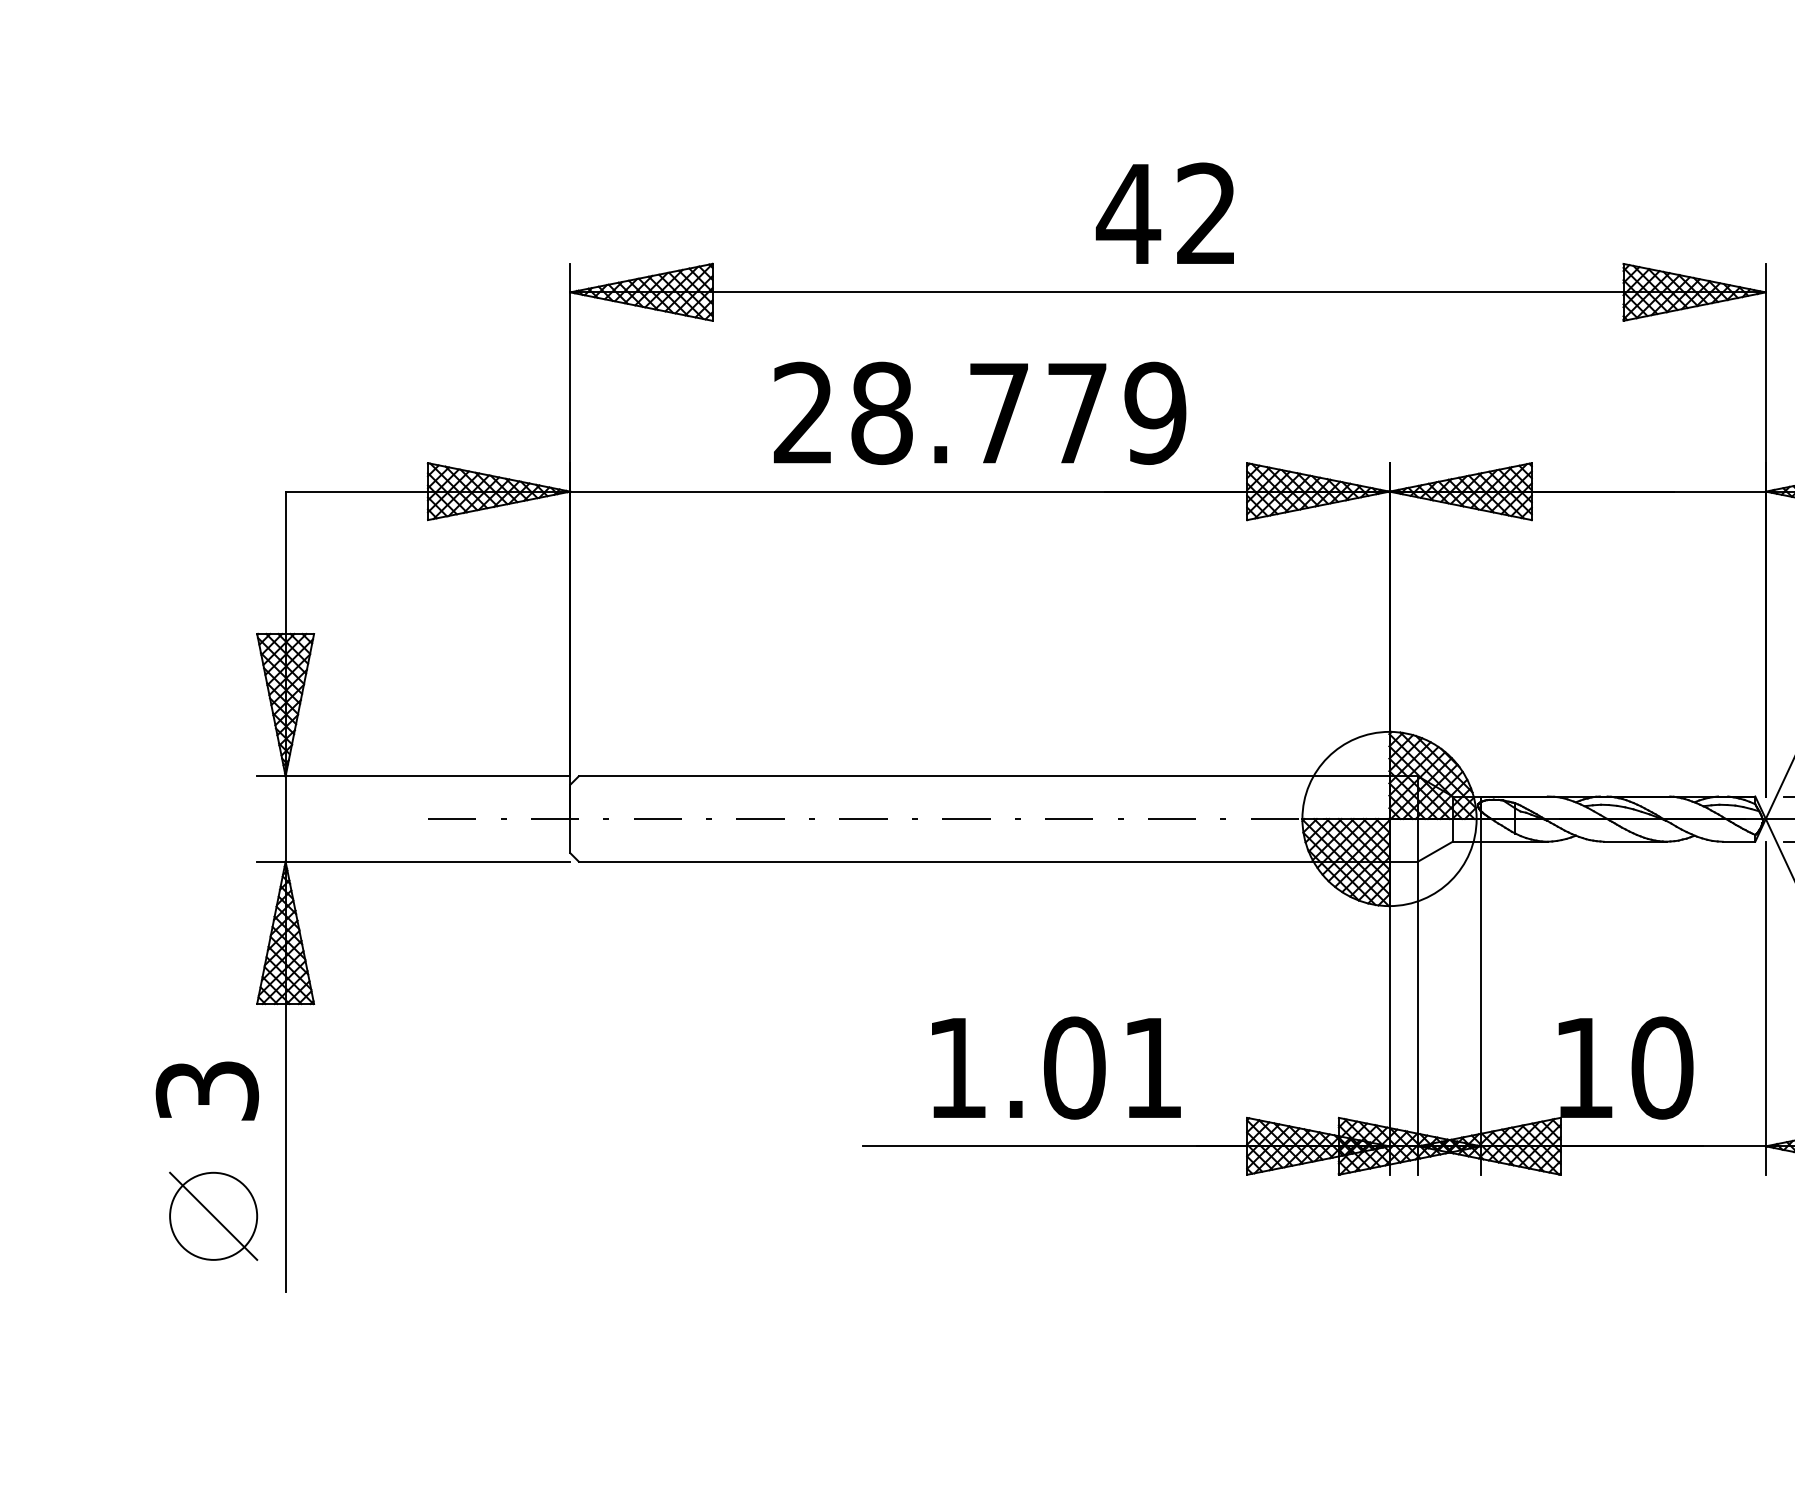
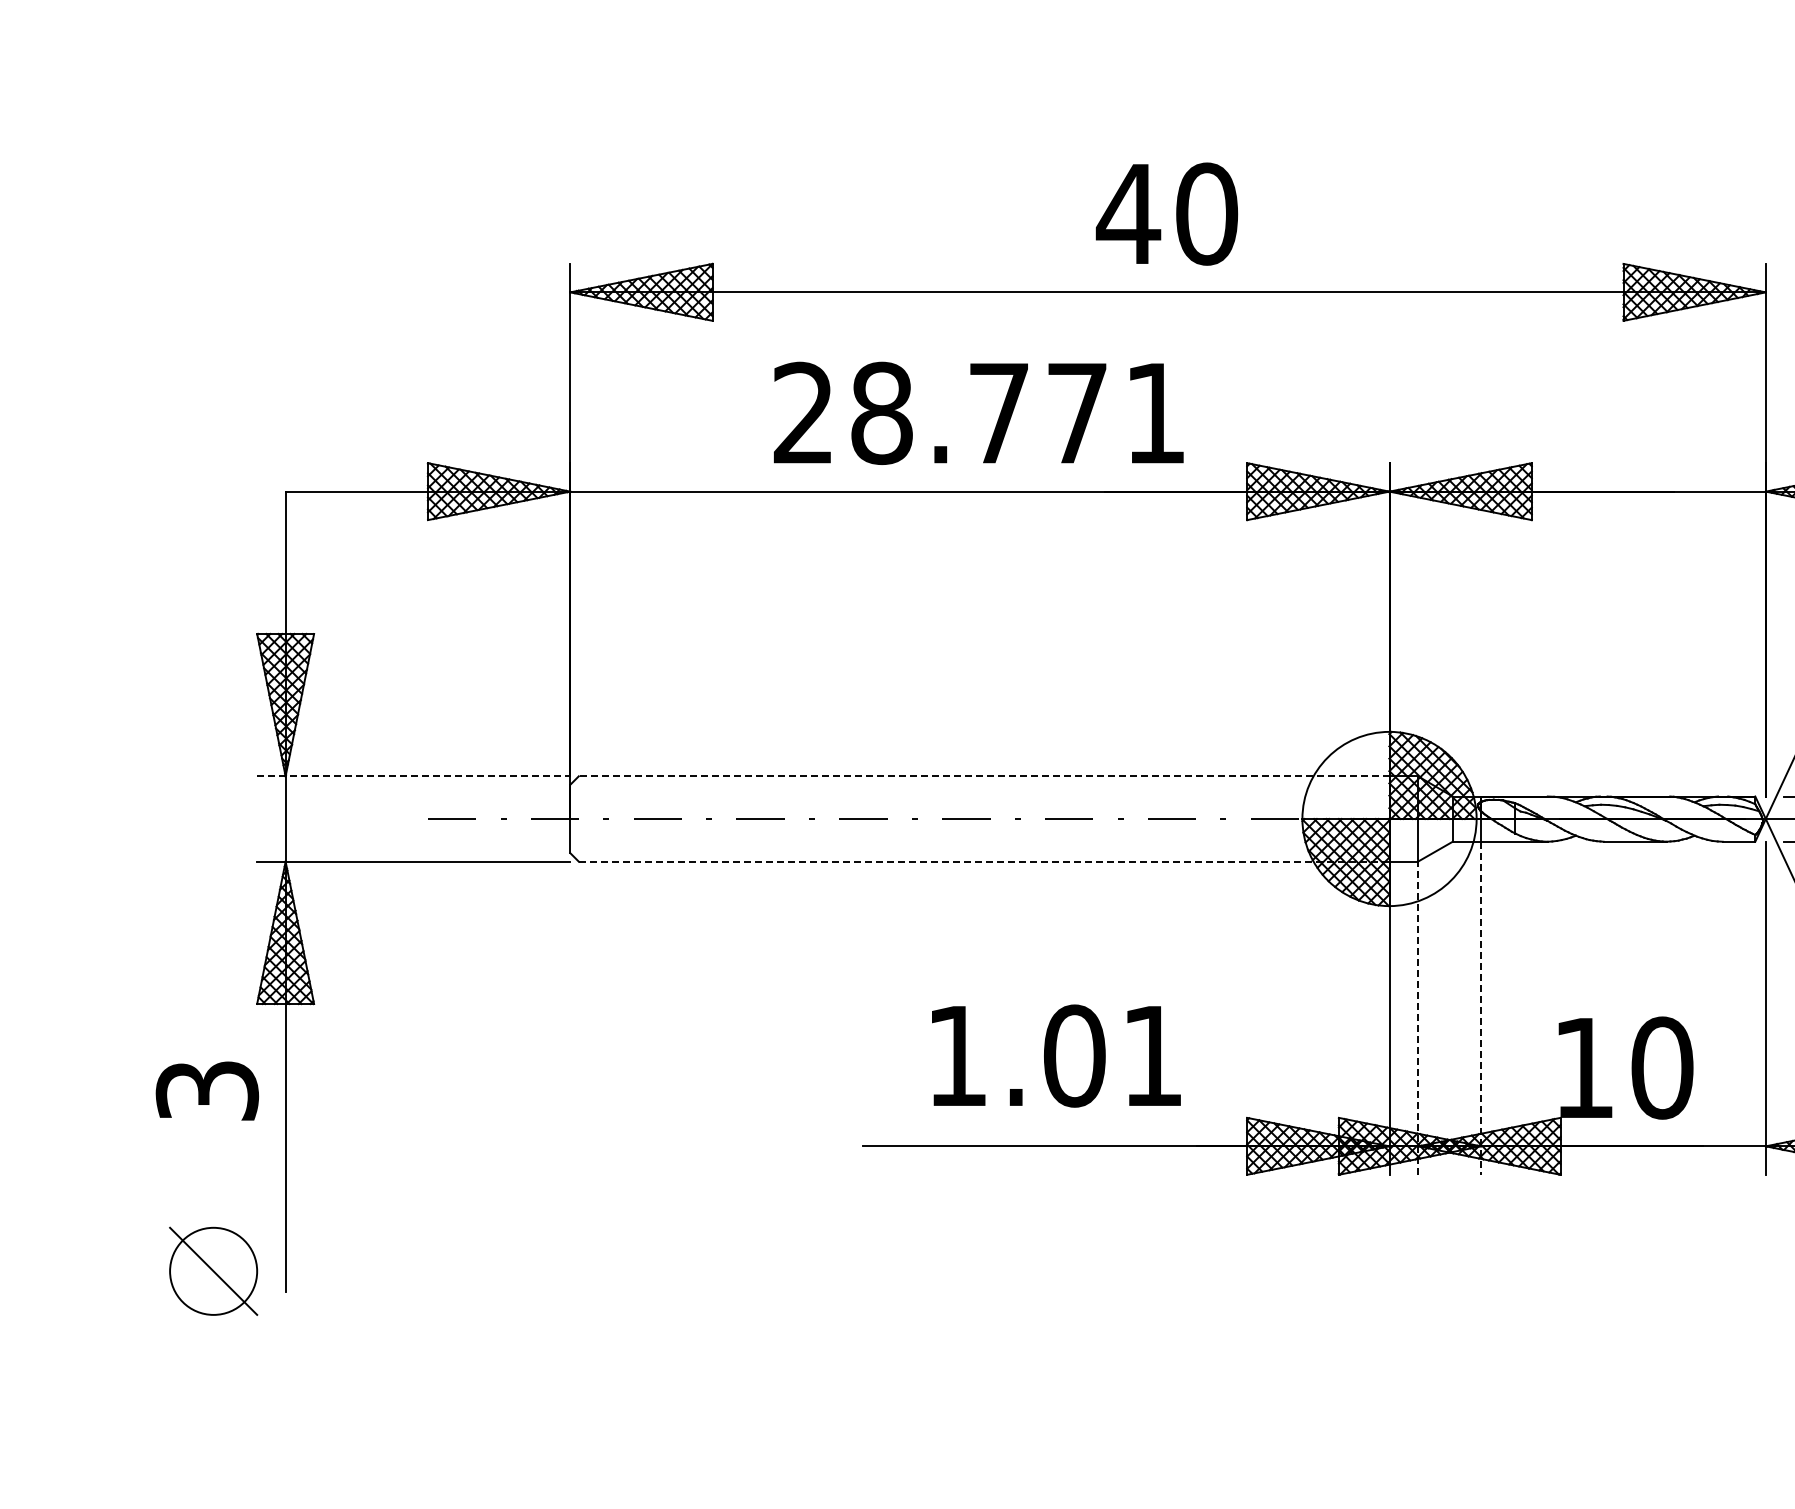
text at (1207, 213): 42 -> 40
text at (1155, 412): 28.779 -> 28.771
line at (413, 776): solid -> dashed
line at (983, 776): solid -> dashed
line at (984, 861): solid -> dashed
line at (1481, 1008): solid -> dashed
line at (1418, 1018): solid -> dashed
text at (1056, 1067) position: (1056, 1067) -> (1056, 1055)
part at (213, 1215) position: (213, 1215) -> (213, 1270)
